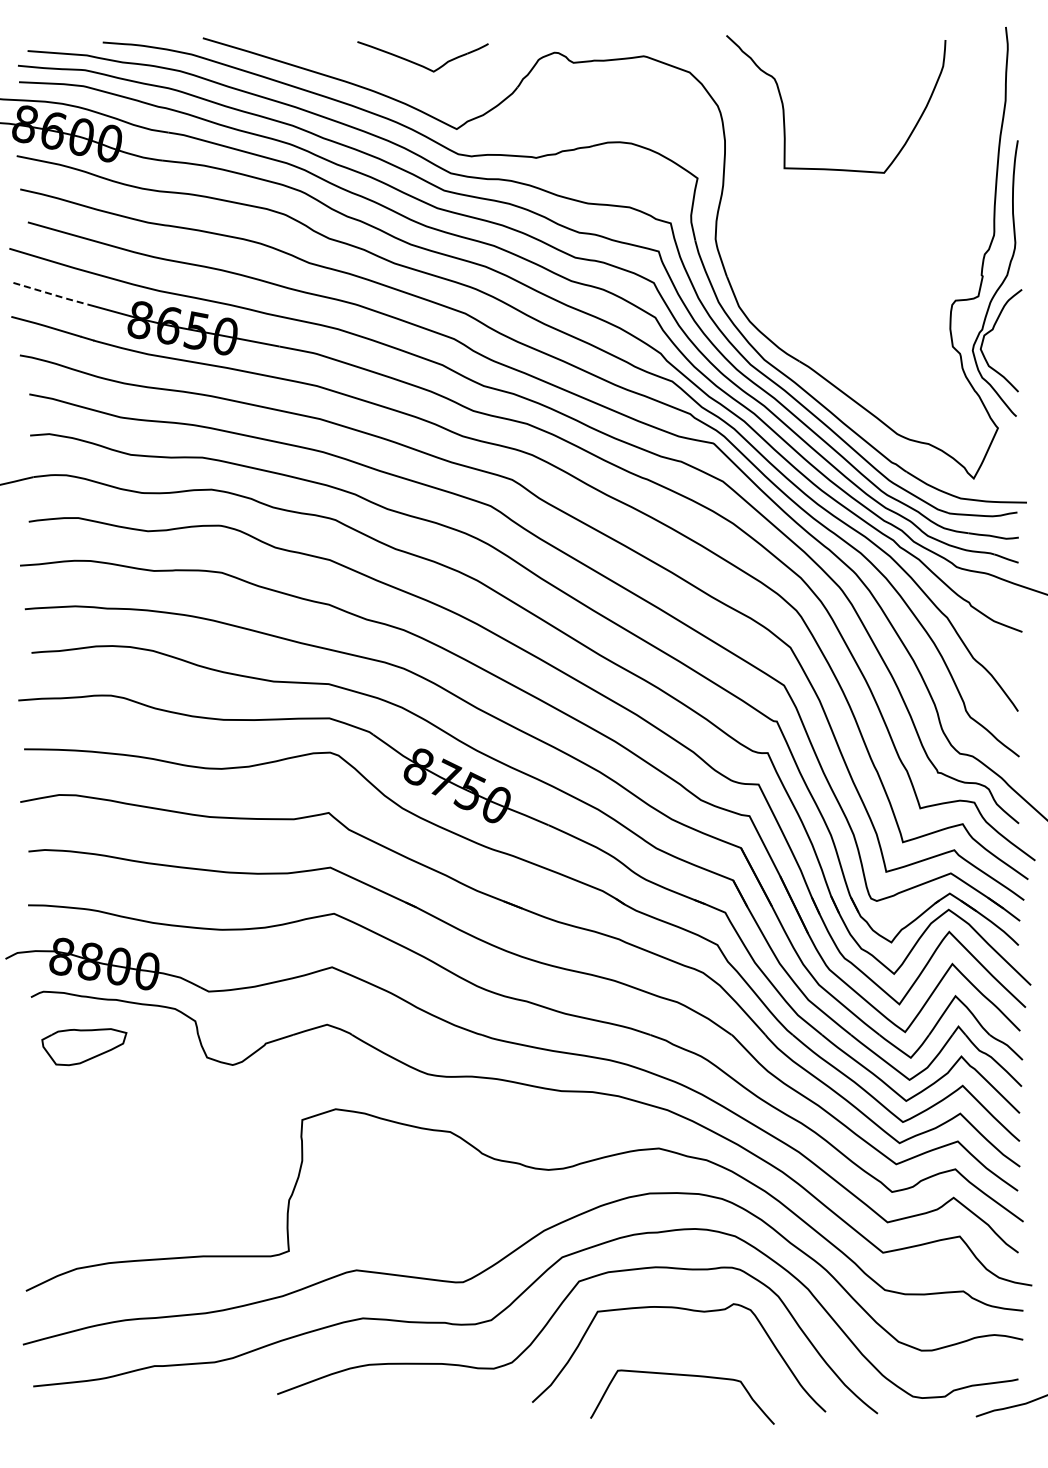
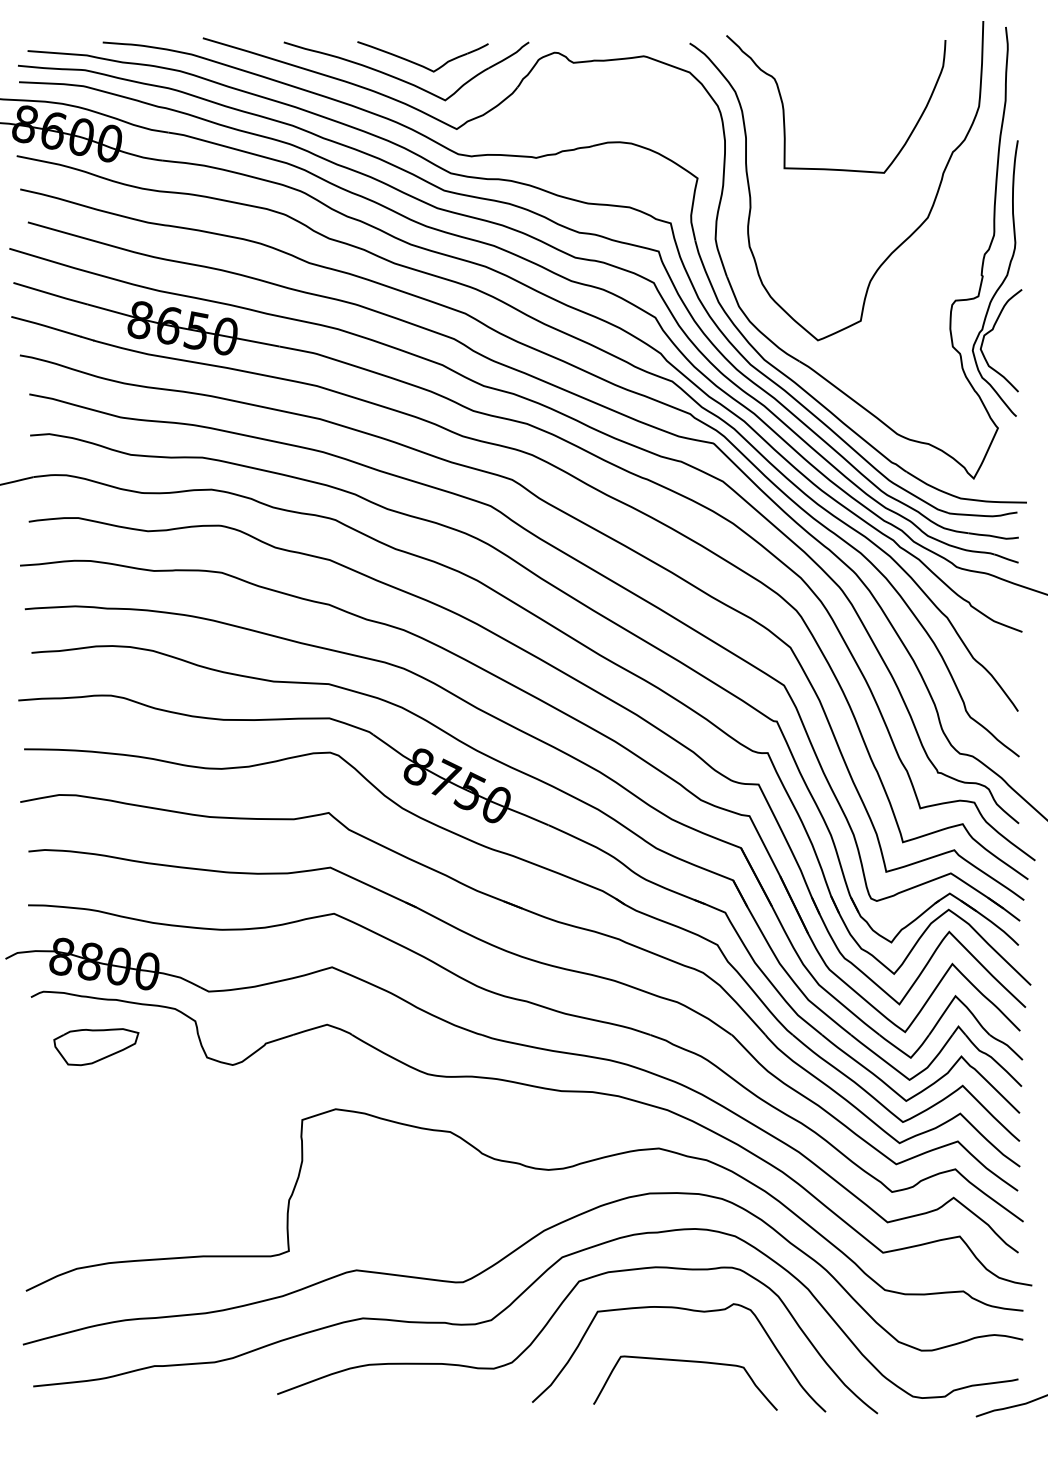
part at (402, 79): none -> present
curve at (750, 189): none -> present
line at (51, 294): dashed -> solid
part at (84, 1047) position: (84, 1047) -> (96, 1047)
curve at (686, 1376) position: (686, 1376) -> (689, 1362)
